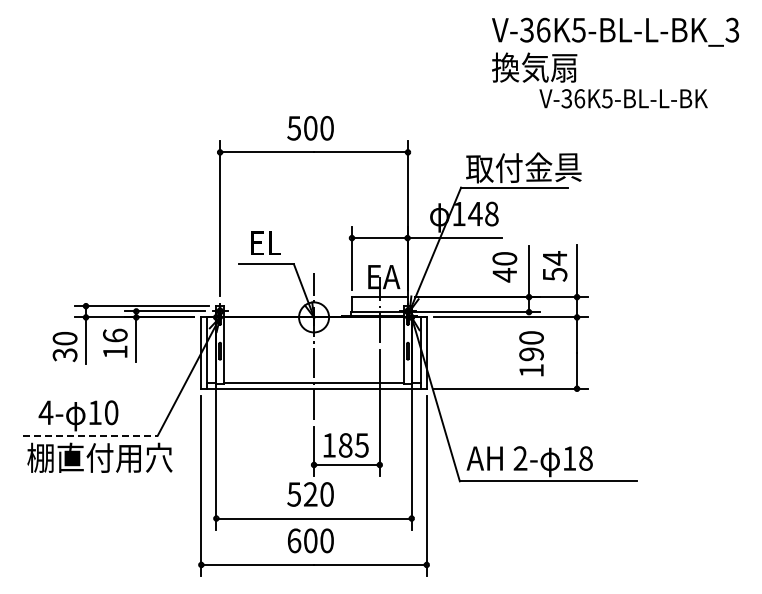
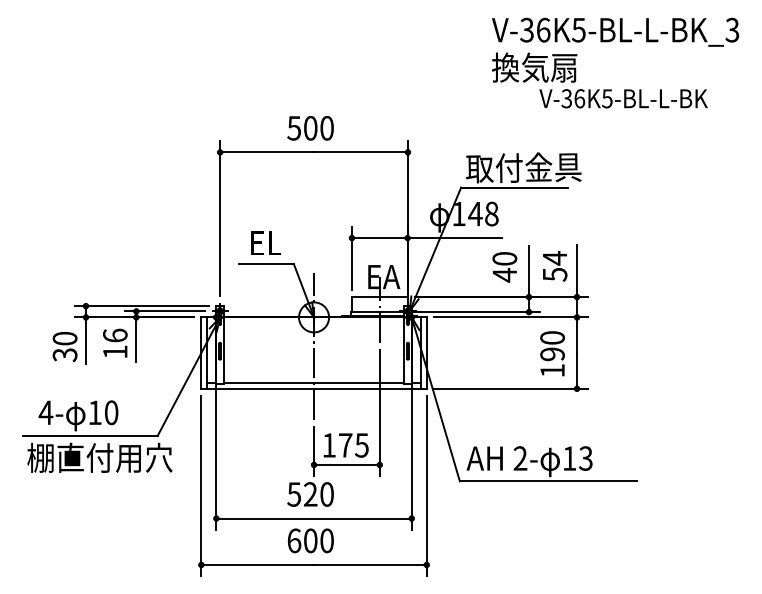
text at (531, 353) position: (531, 353) -> (552, 353)
line at (90, 435): dashed -> solid
text at (345, 445): 185 -> 175
text at (585, 458): 18 -> 13
